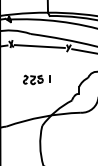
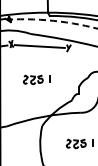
arc at (52, 20): solid -> dashed
line at (83, 51): present -> none
part at (79, 143): none -> present
